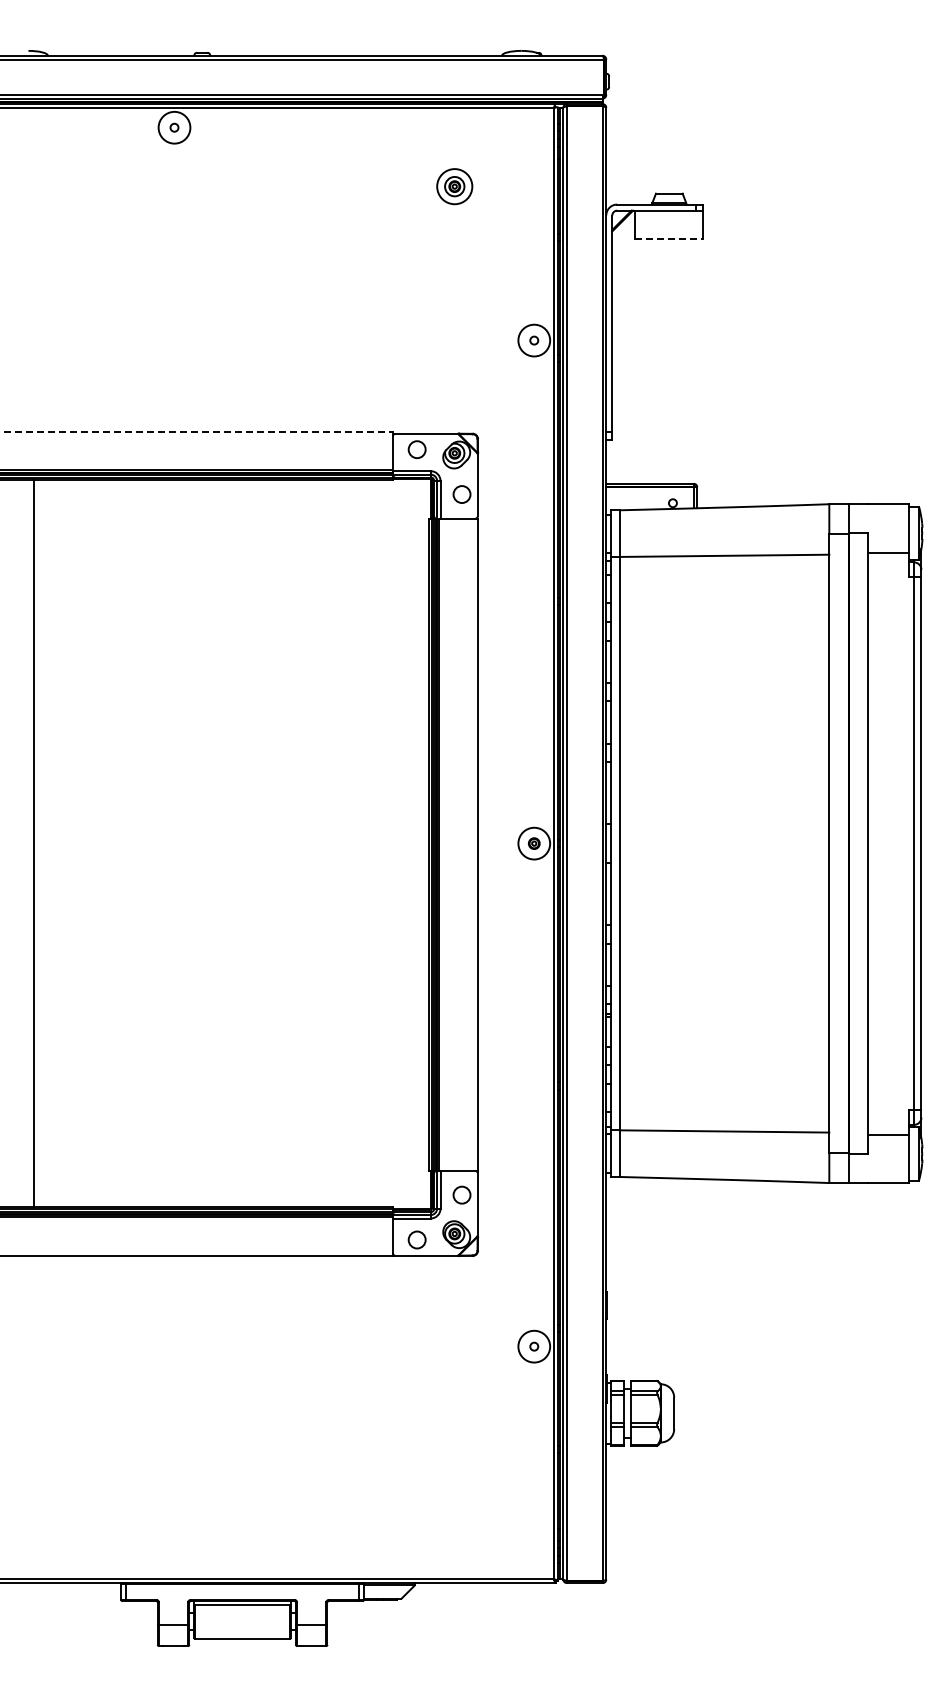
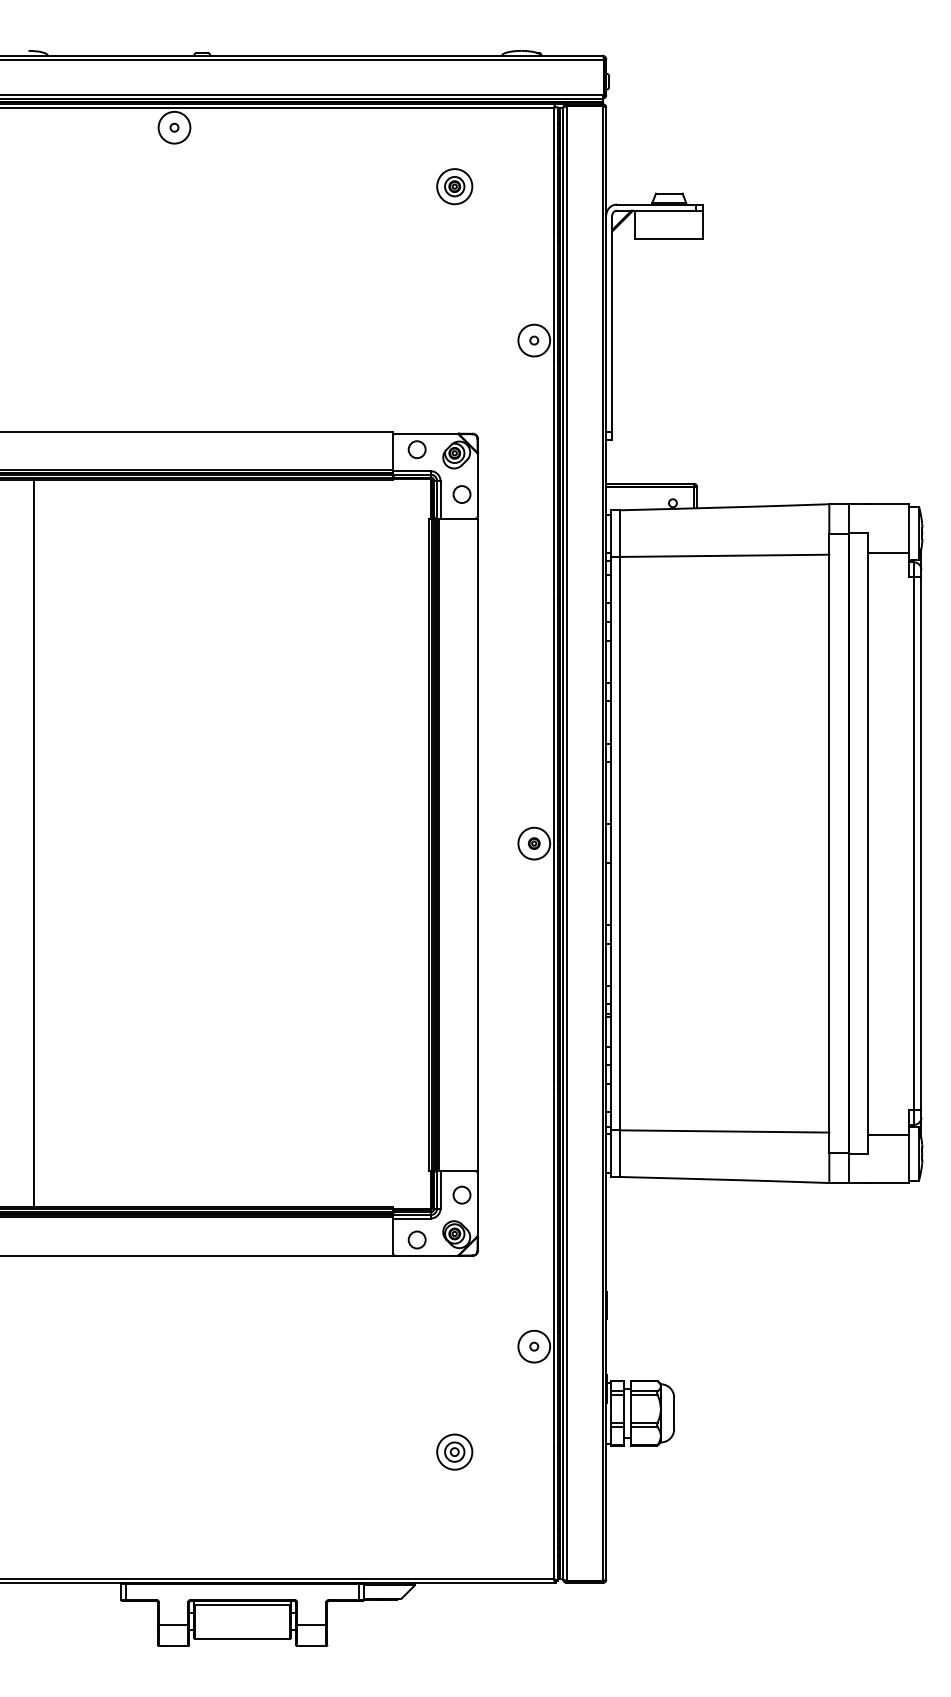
line at (669, 238): dashed -> solid
line at (196, 431): dashed -> solid
part at (454, 1451): none -> present
